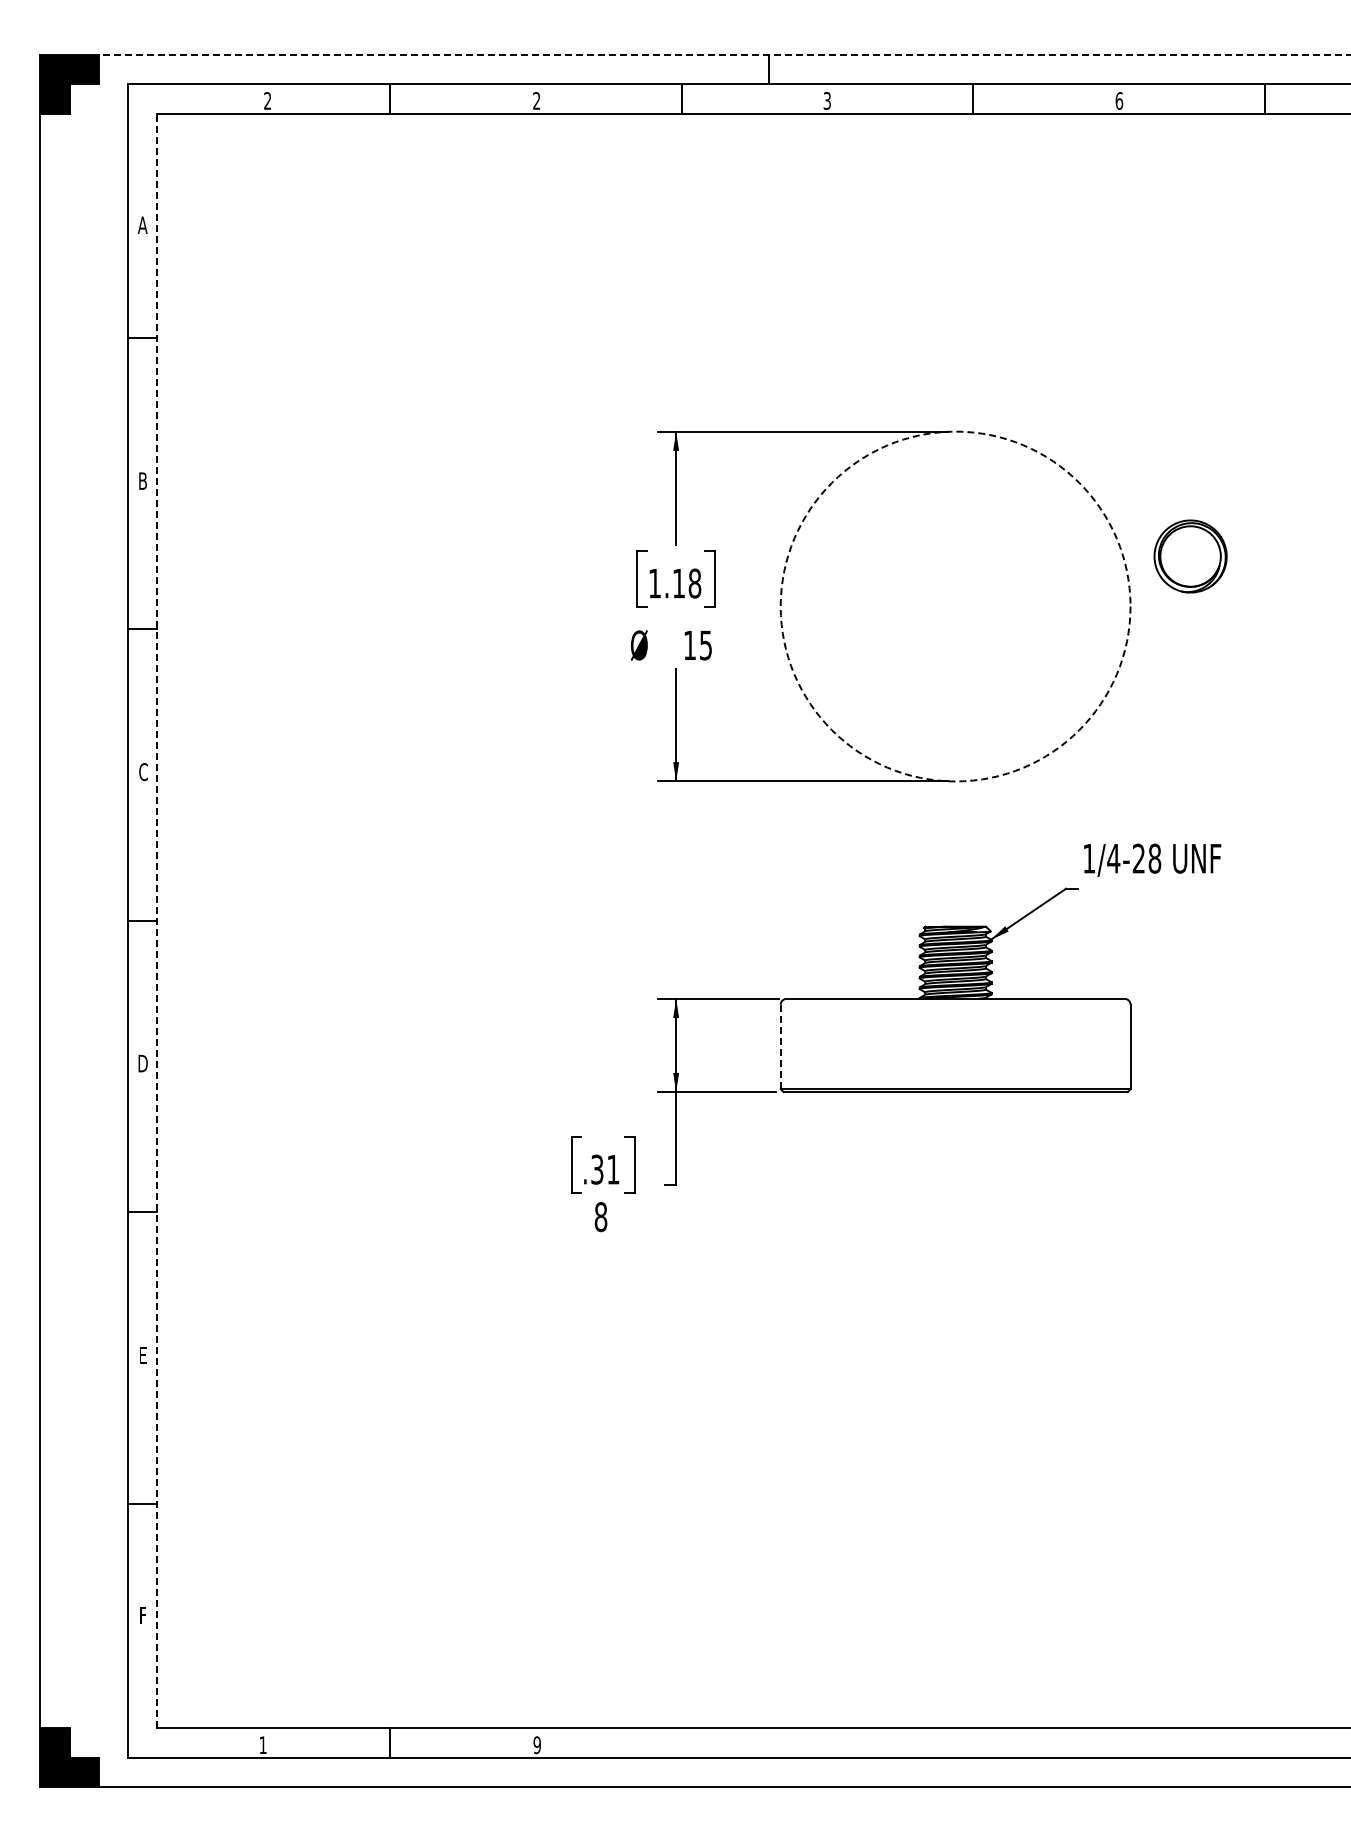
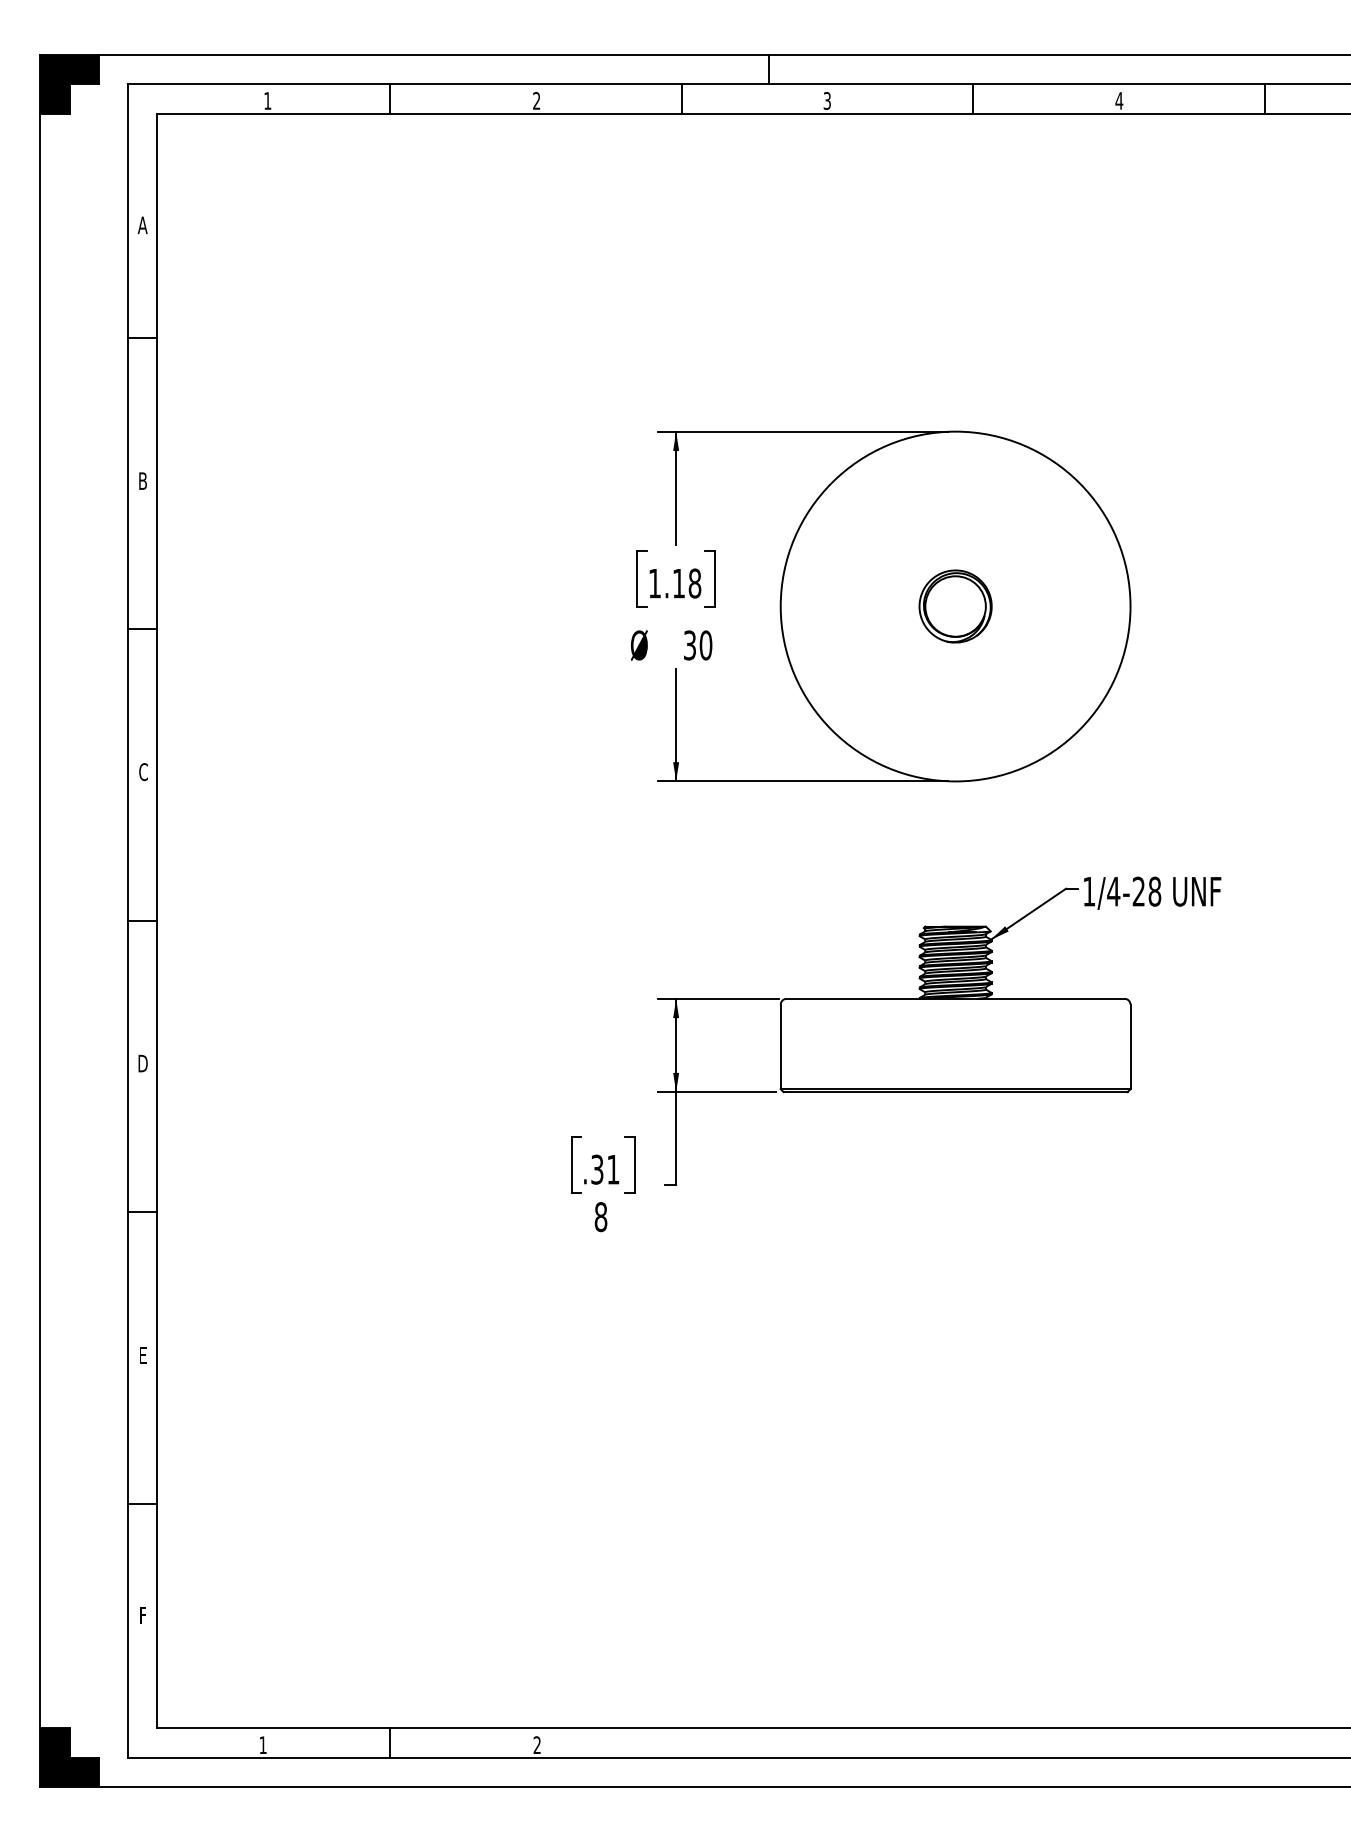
line at (724, 55): dashed -> solid
text at (267, 100): 2 -> 1
text at (1119, 100): 6 -> 4
part at (1190, 556) position: (1190, 556) -> (955, 606)
circle at (955, 606): dashed -> solid
text at (698, 645): 15 -> 30
text at (1152, 859) position: (1152, 859) -> (1152, 892)
line at (156, 920): dashed -> solid
line at (780, 1047): dashed -> solid
text at (536, 1745): 9 -> 2
